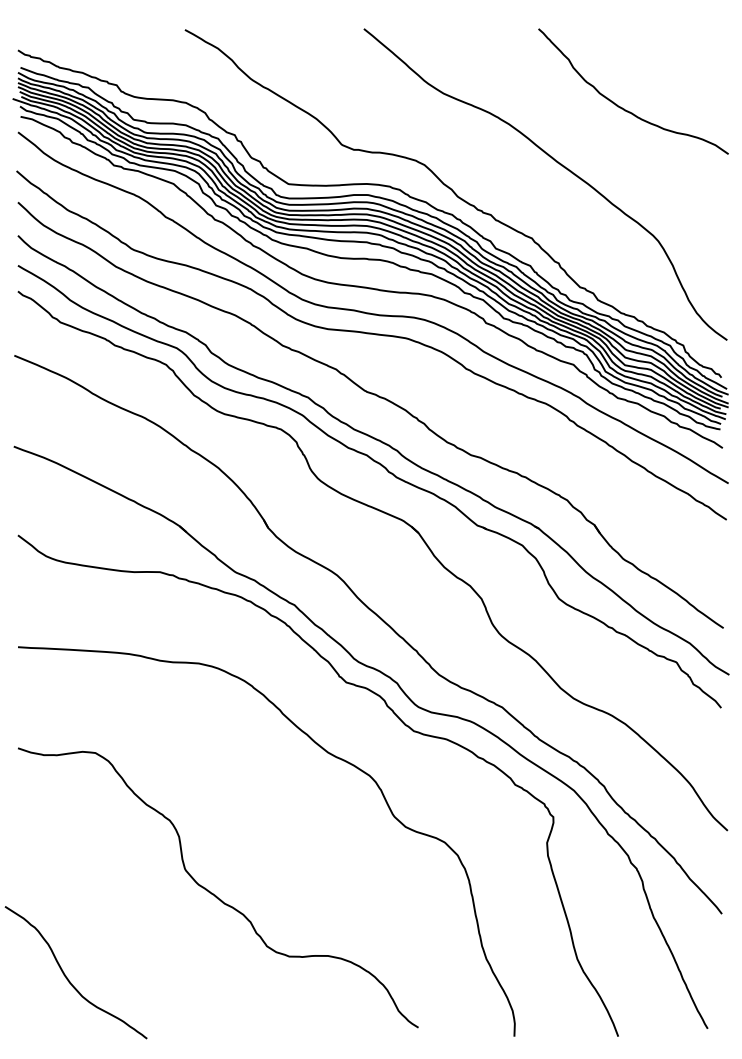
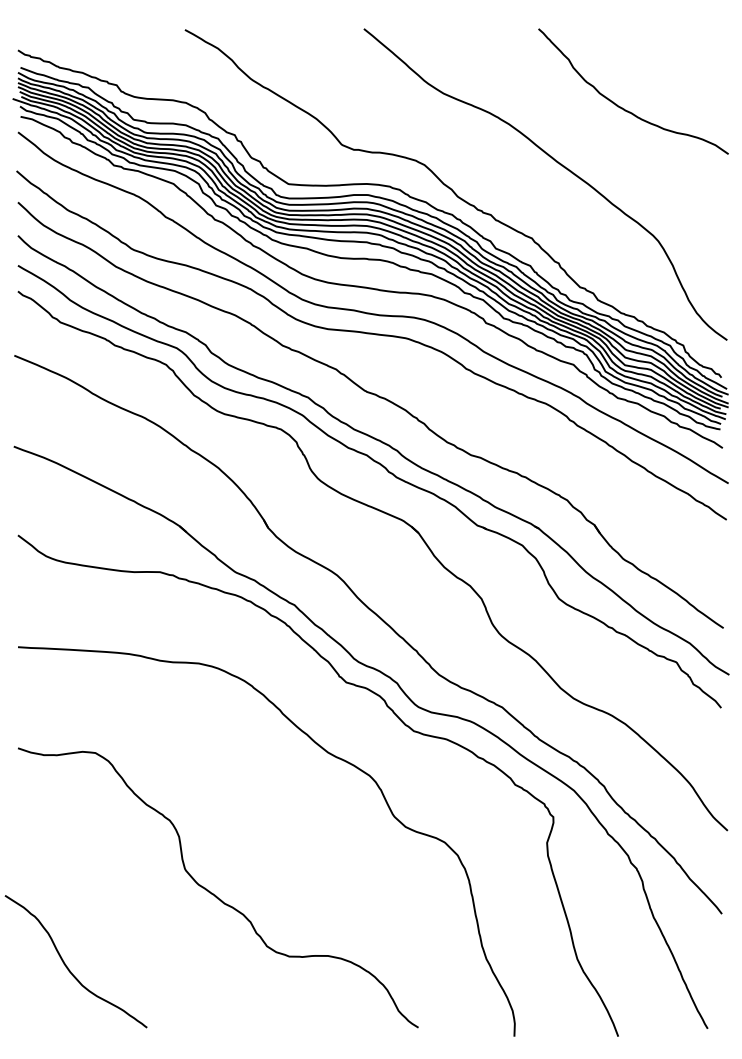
curve at (68, 978) position: (68, 978) -> (68, 967)
